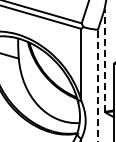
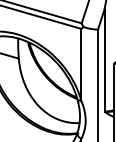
line at (104, 60): dashed -> solid
line at (98, 85): dashed -> solid
